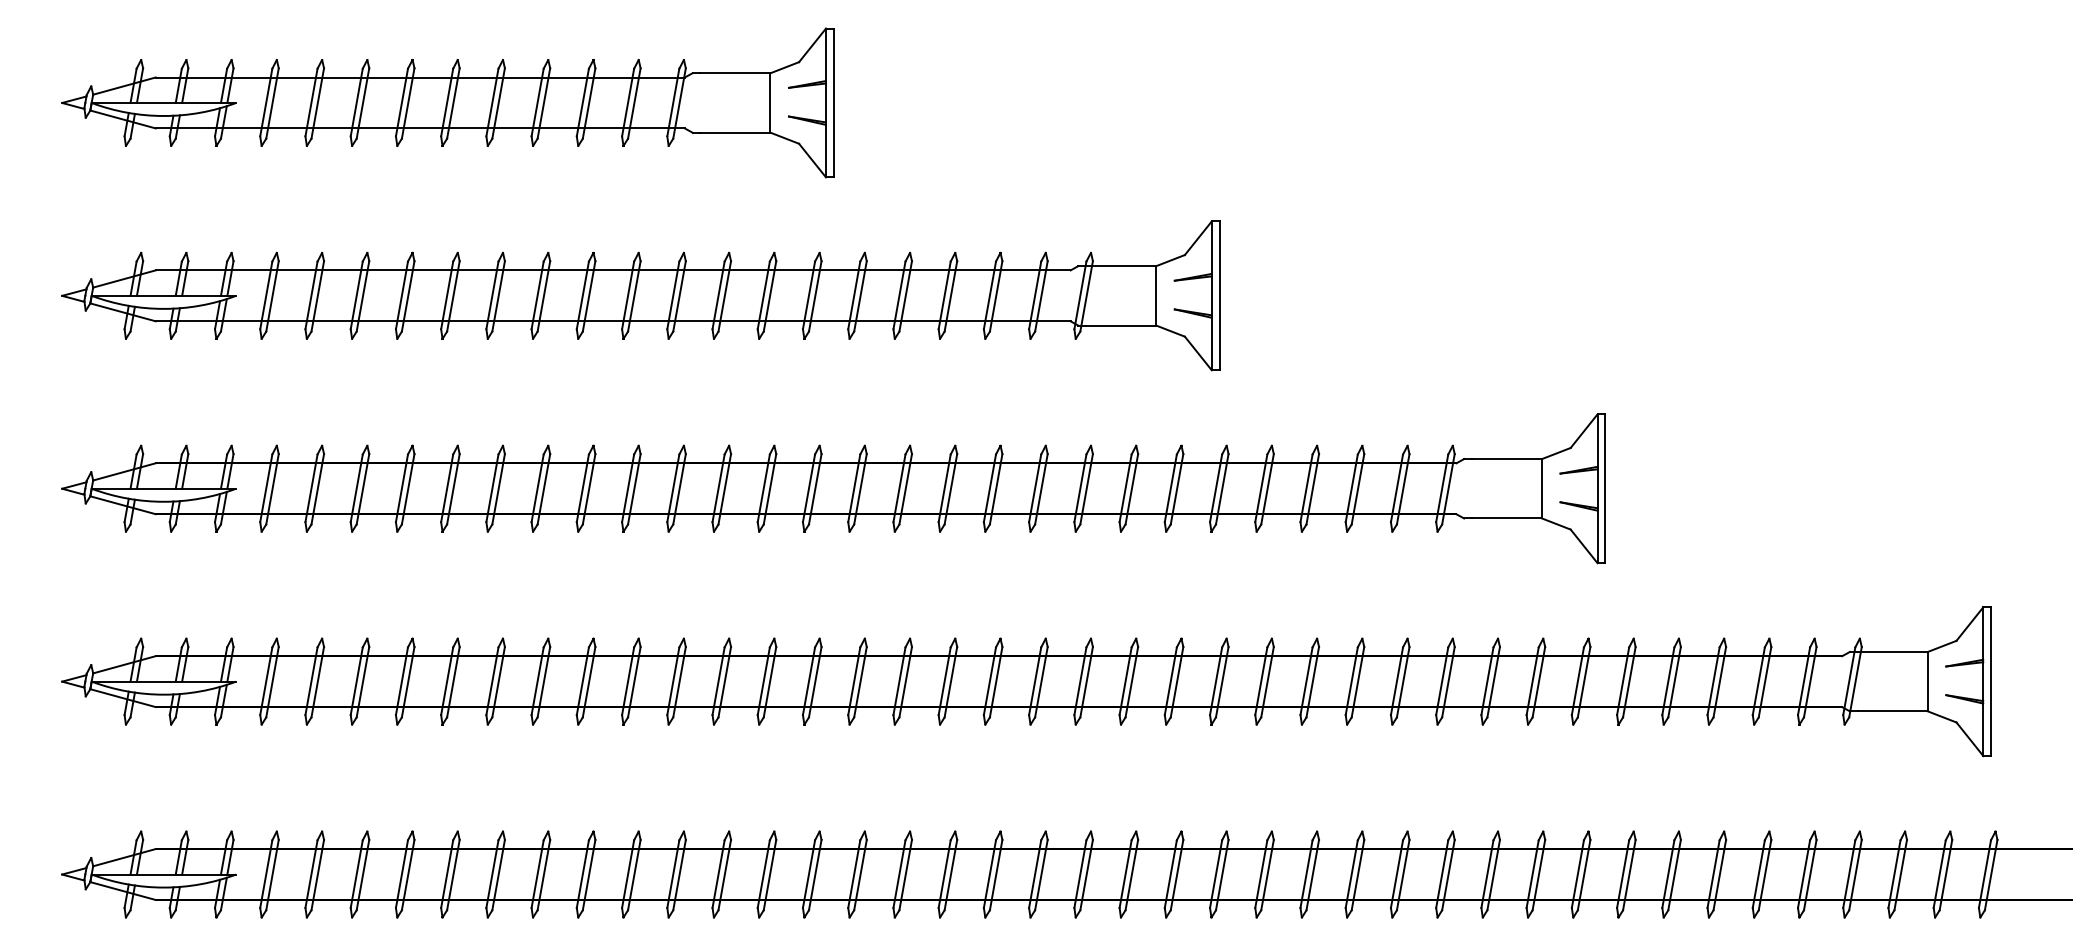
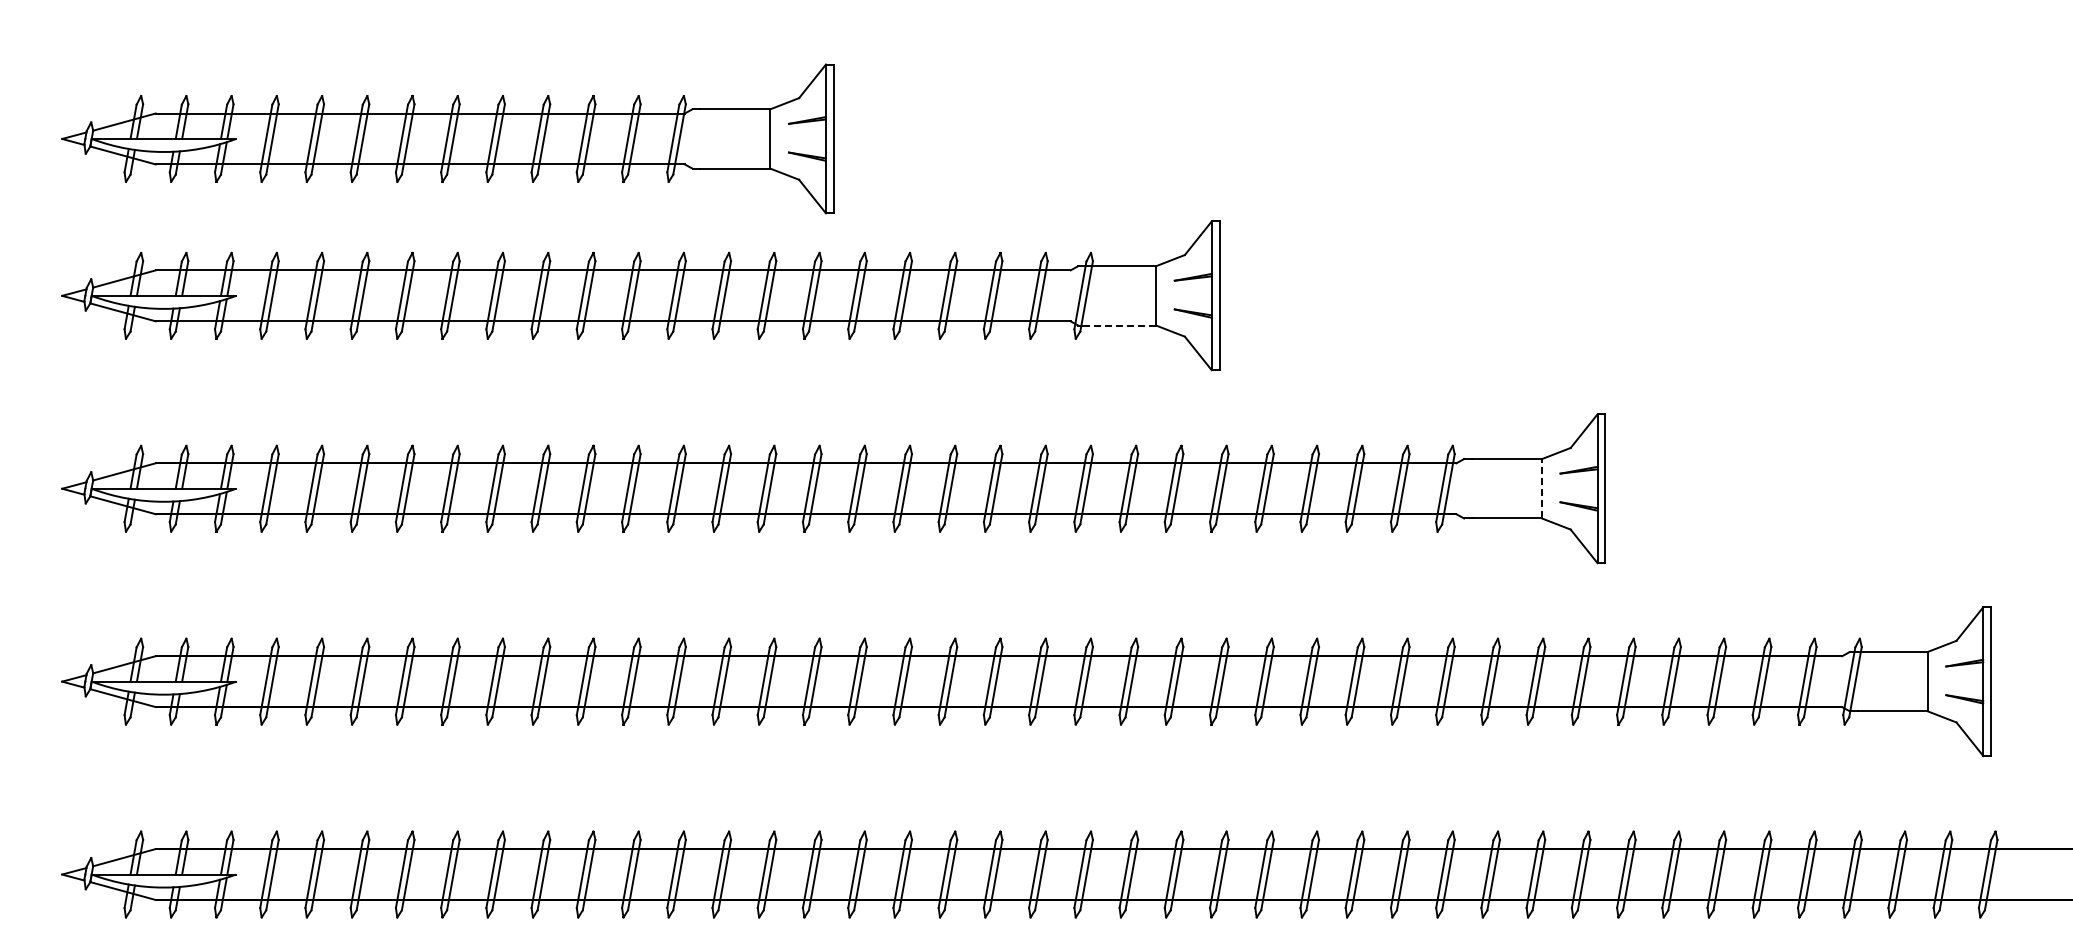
part at (447, 102) position: (447, 102) -> (447, 138)
line at (1120, 325): solid -> dashed
line at (1542, 488): solid -> dashed
